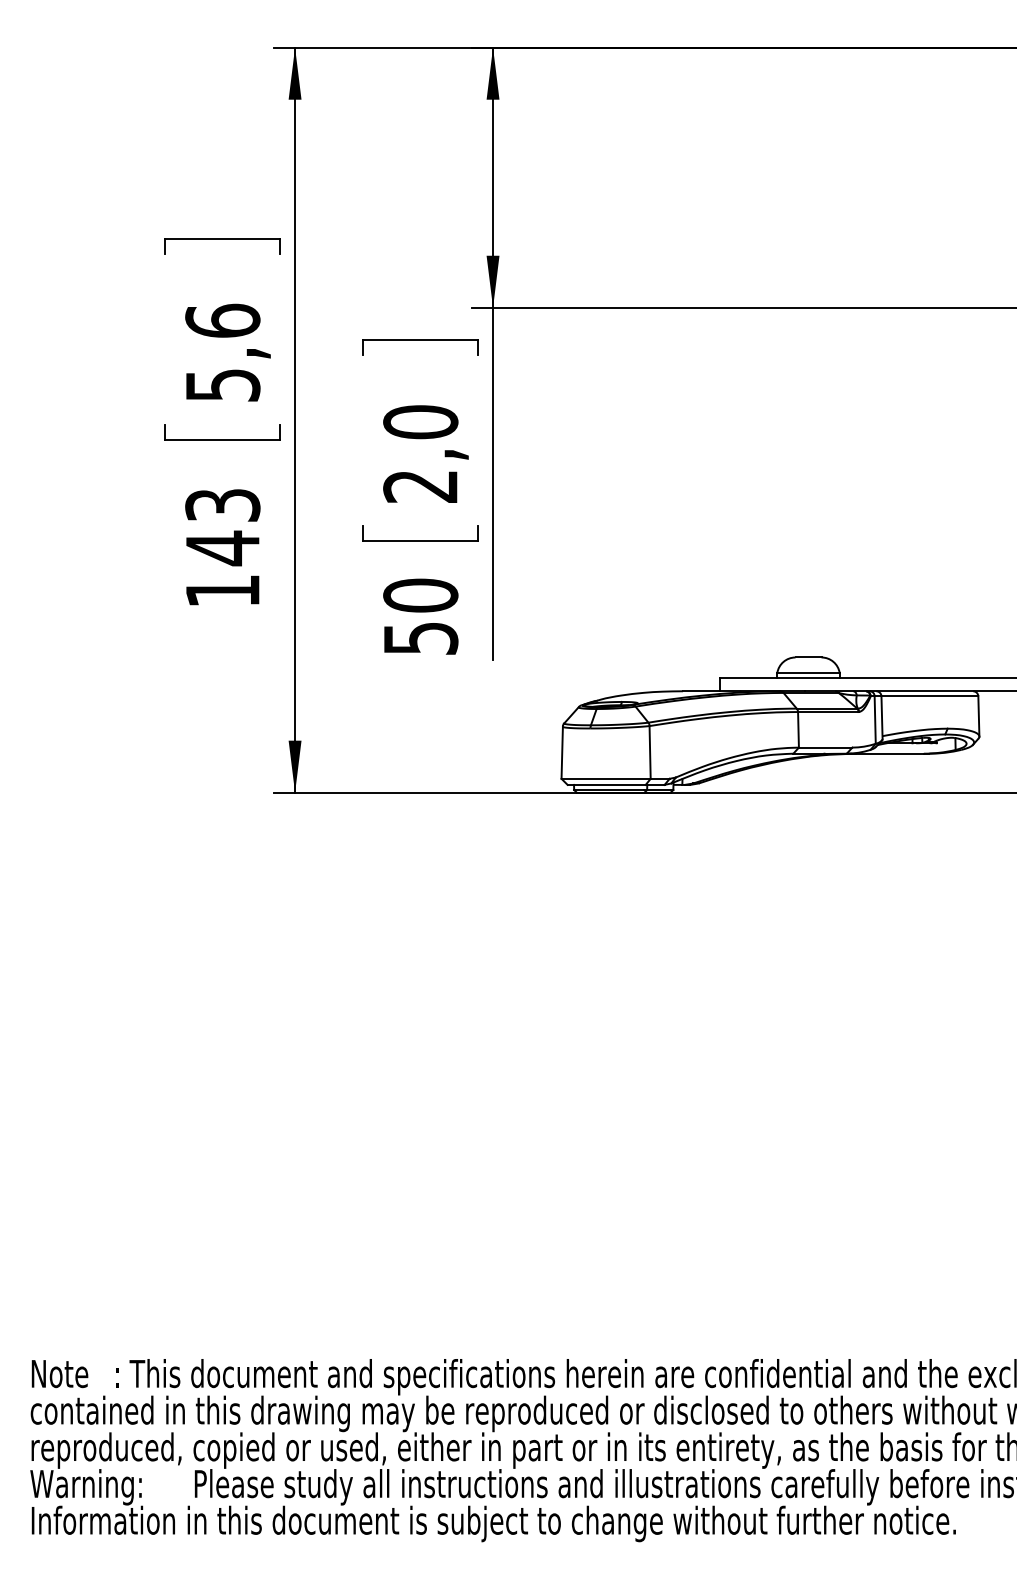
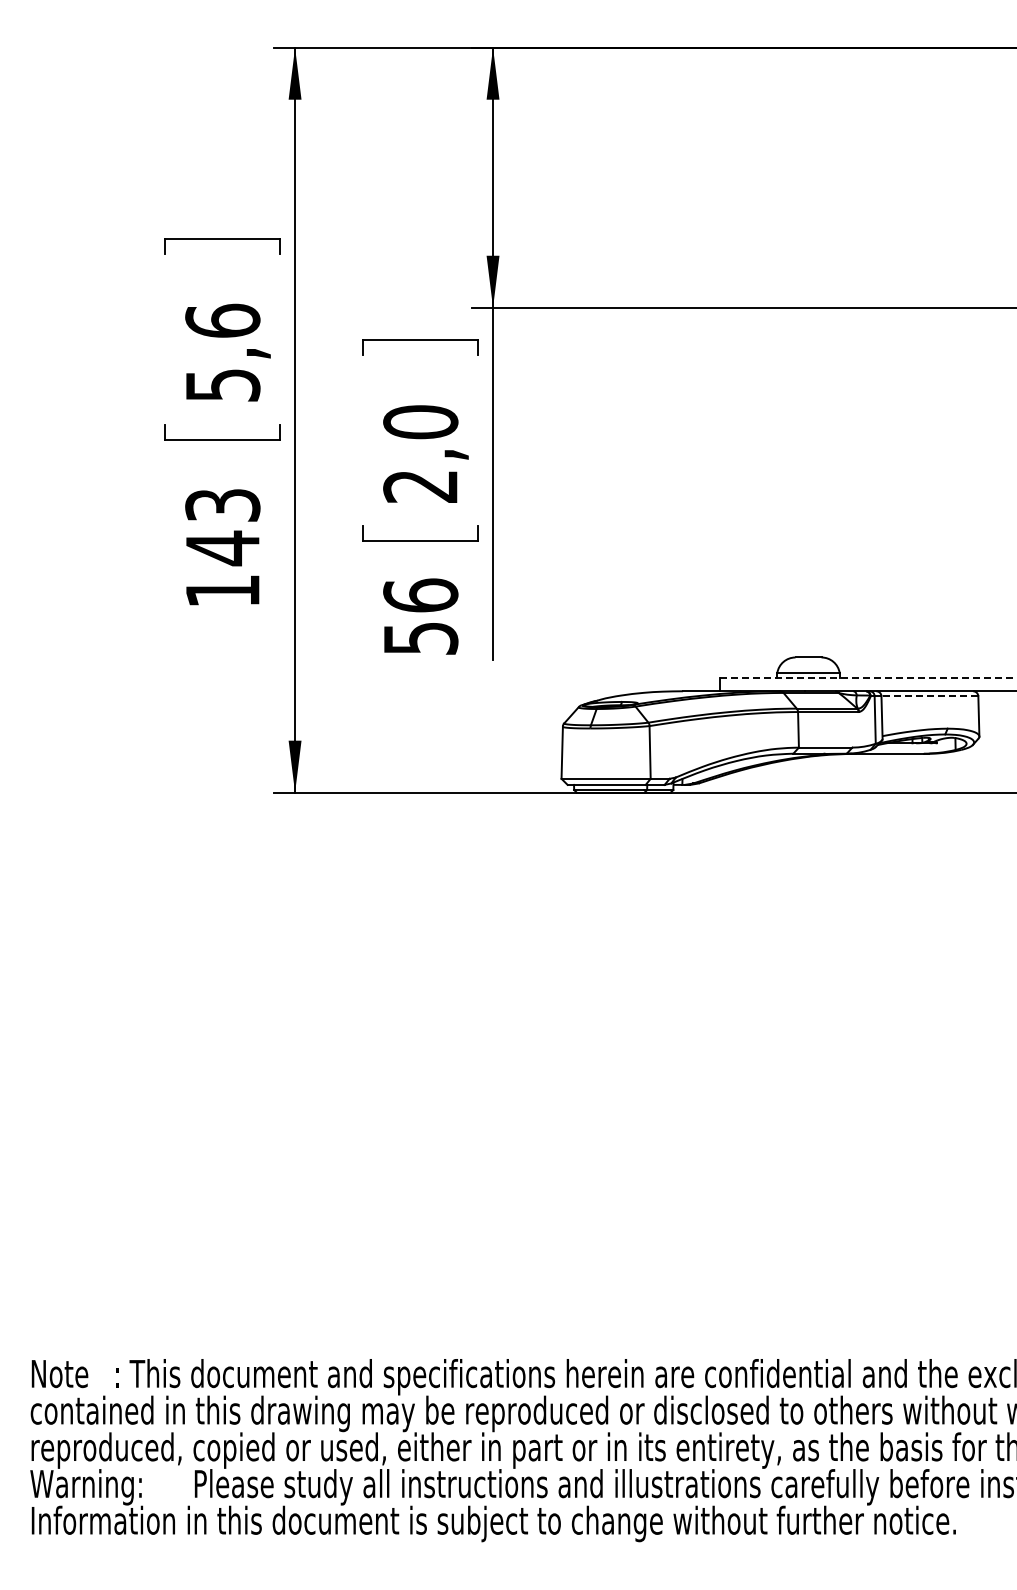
text at (420, 595): 50 -> 56
line at (868, 678): solid -> dashed
line at (929, 696): solid -> dashed
